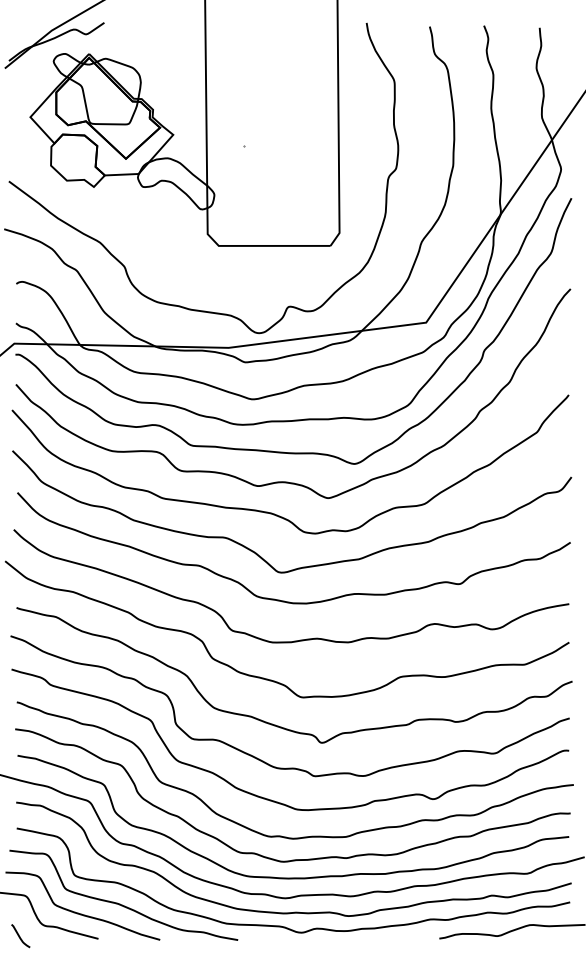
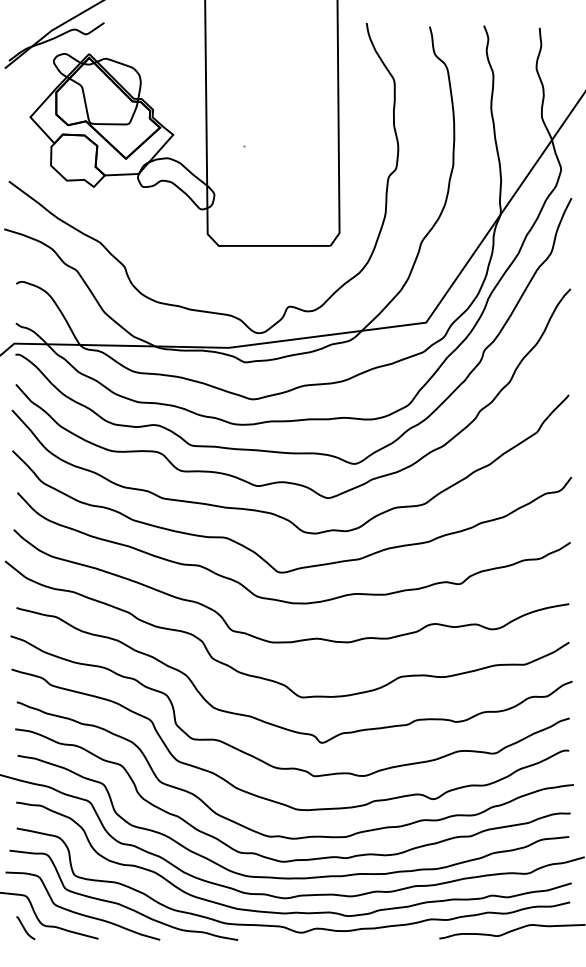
curve at (20, 936) position: (20, 936) -> (25, 928)
